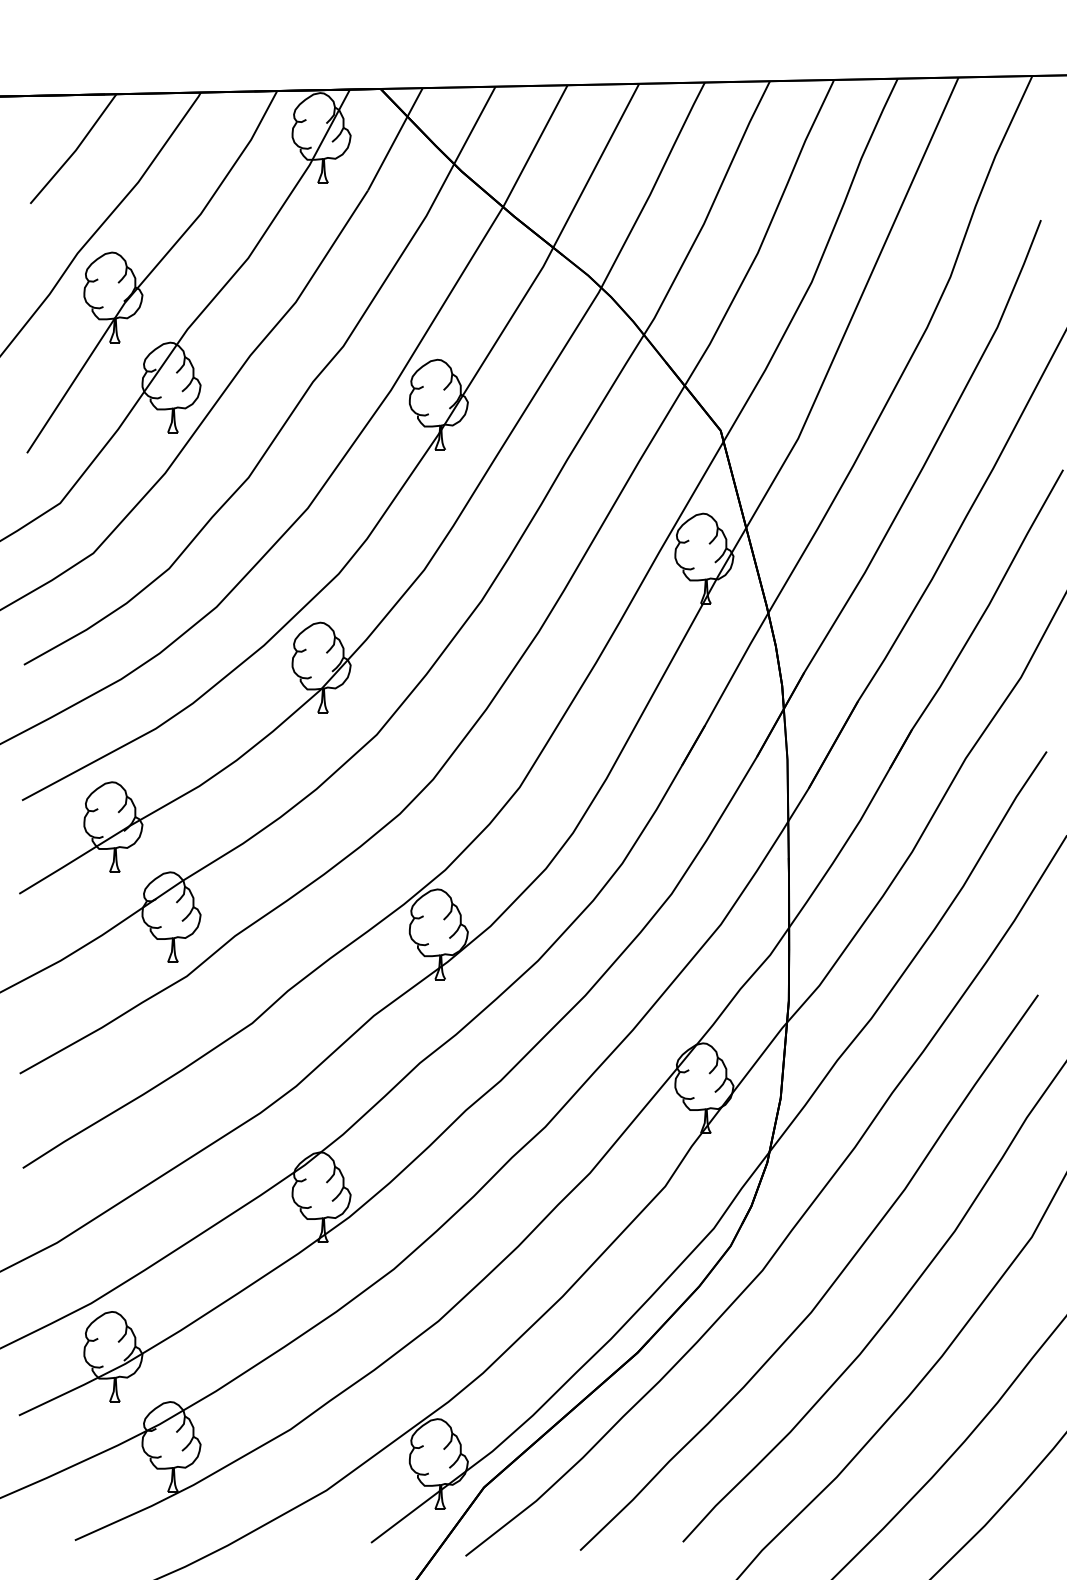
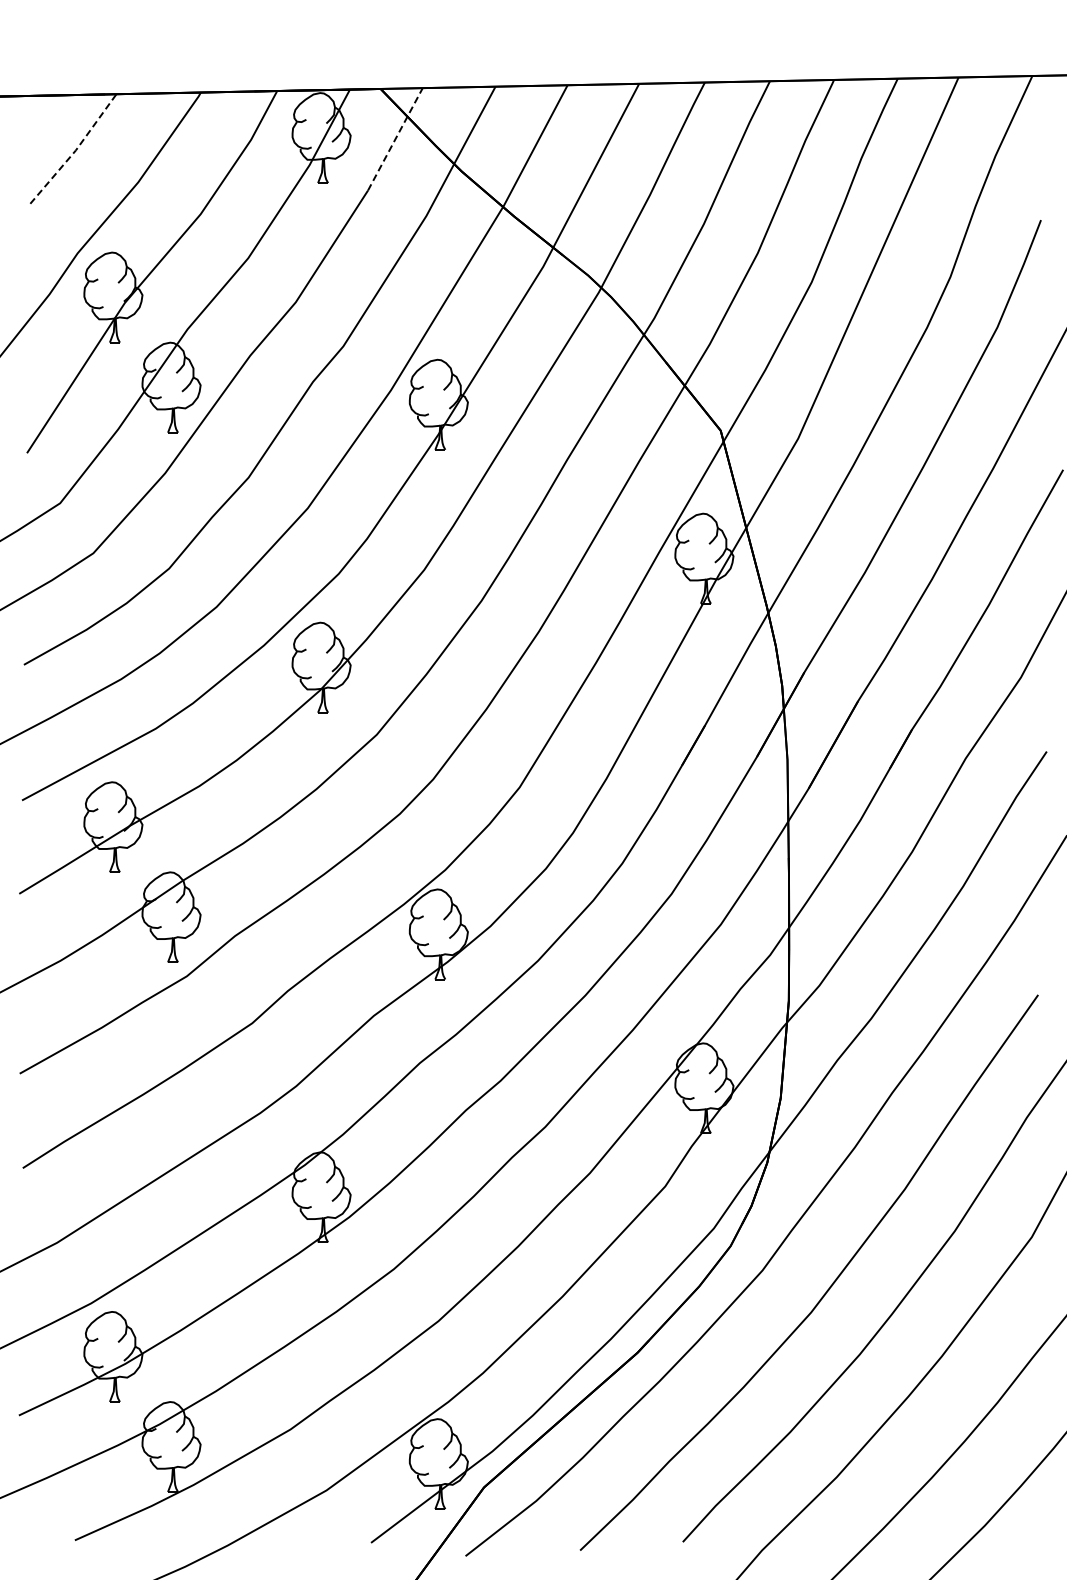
line at (395, 138): solid -> dashed
line at (75, 150): solid -> dashed
